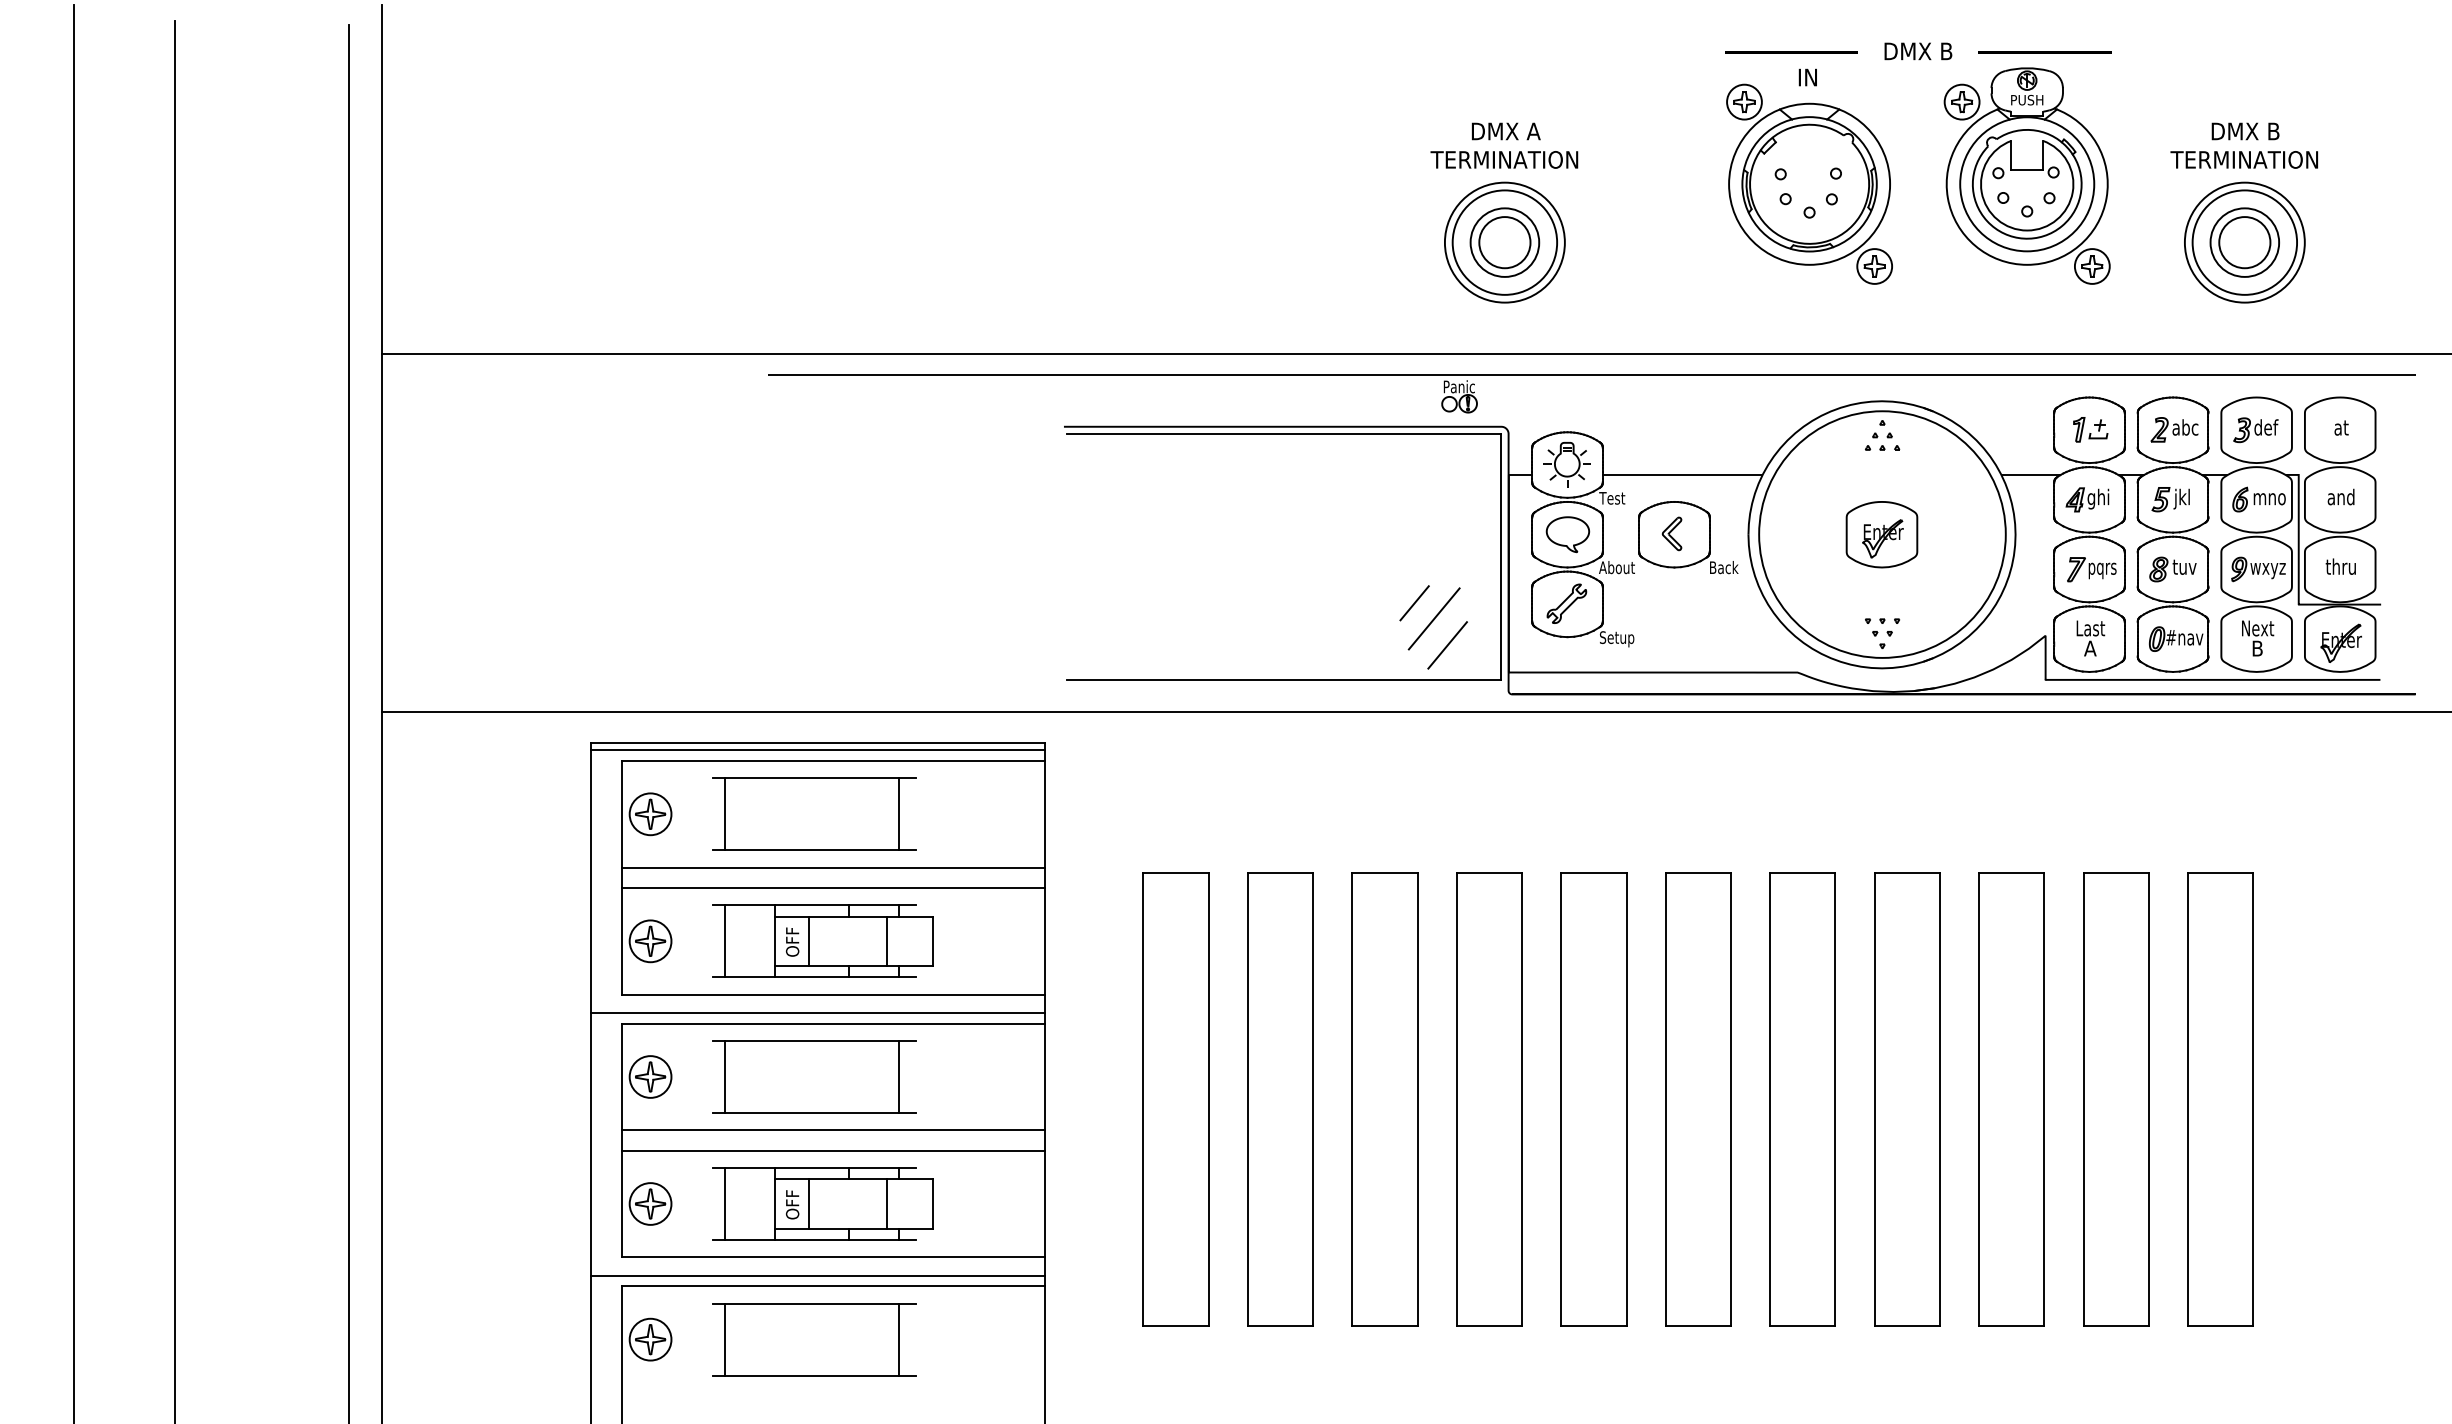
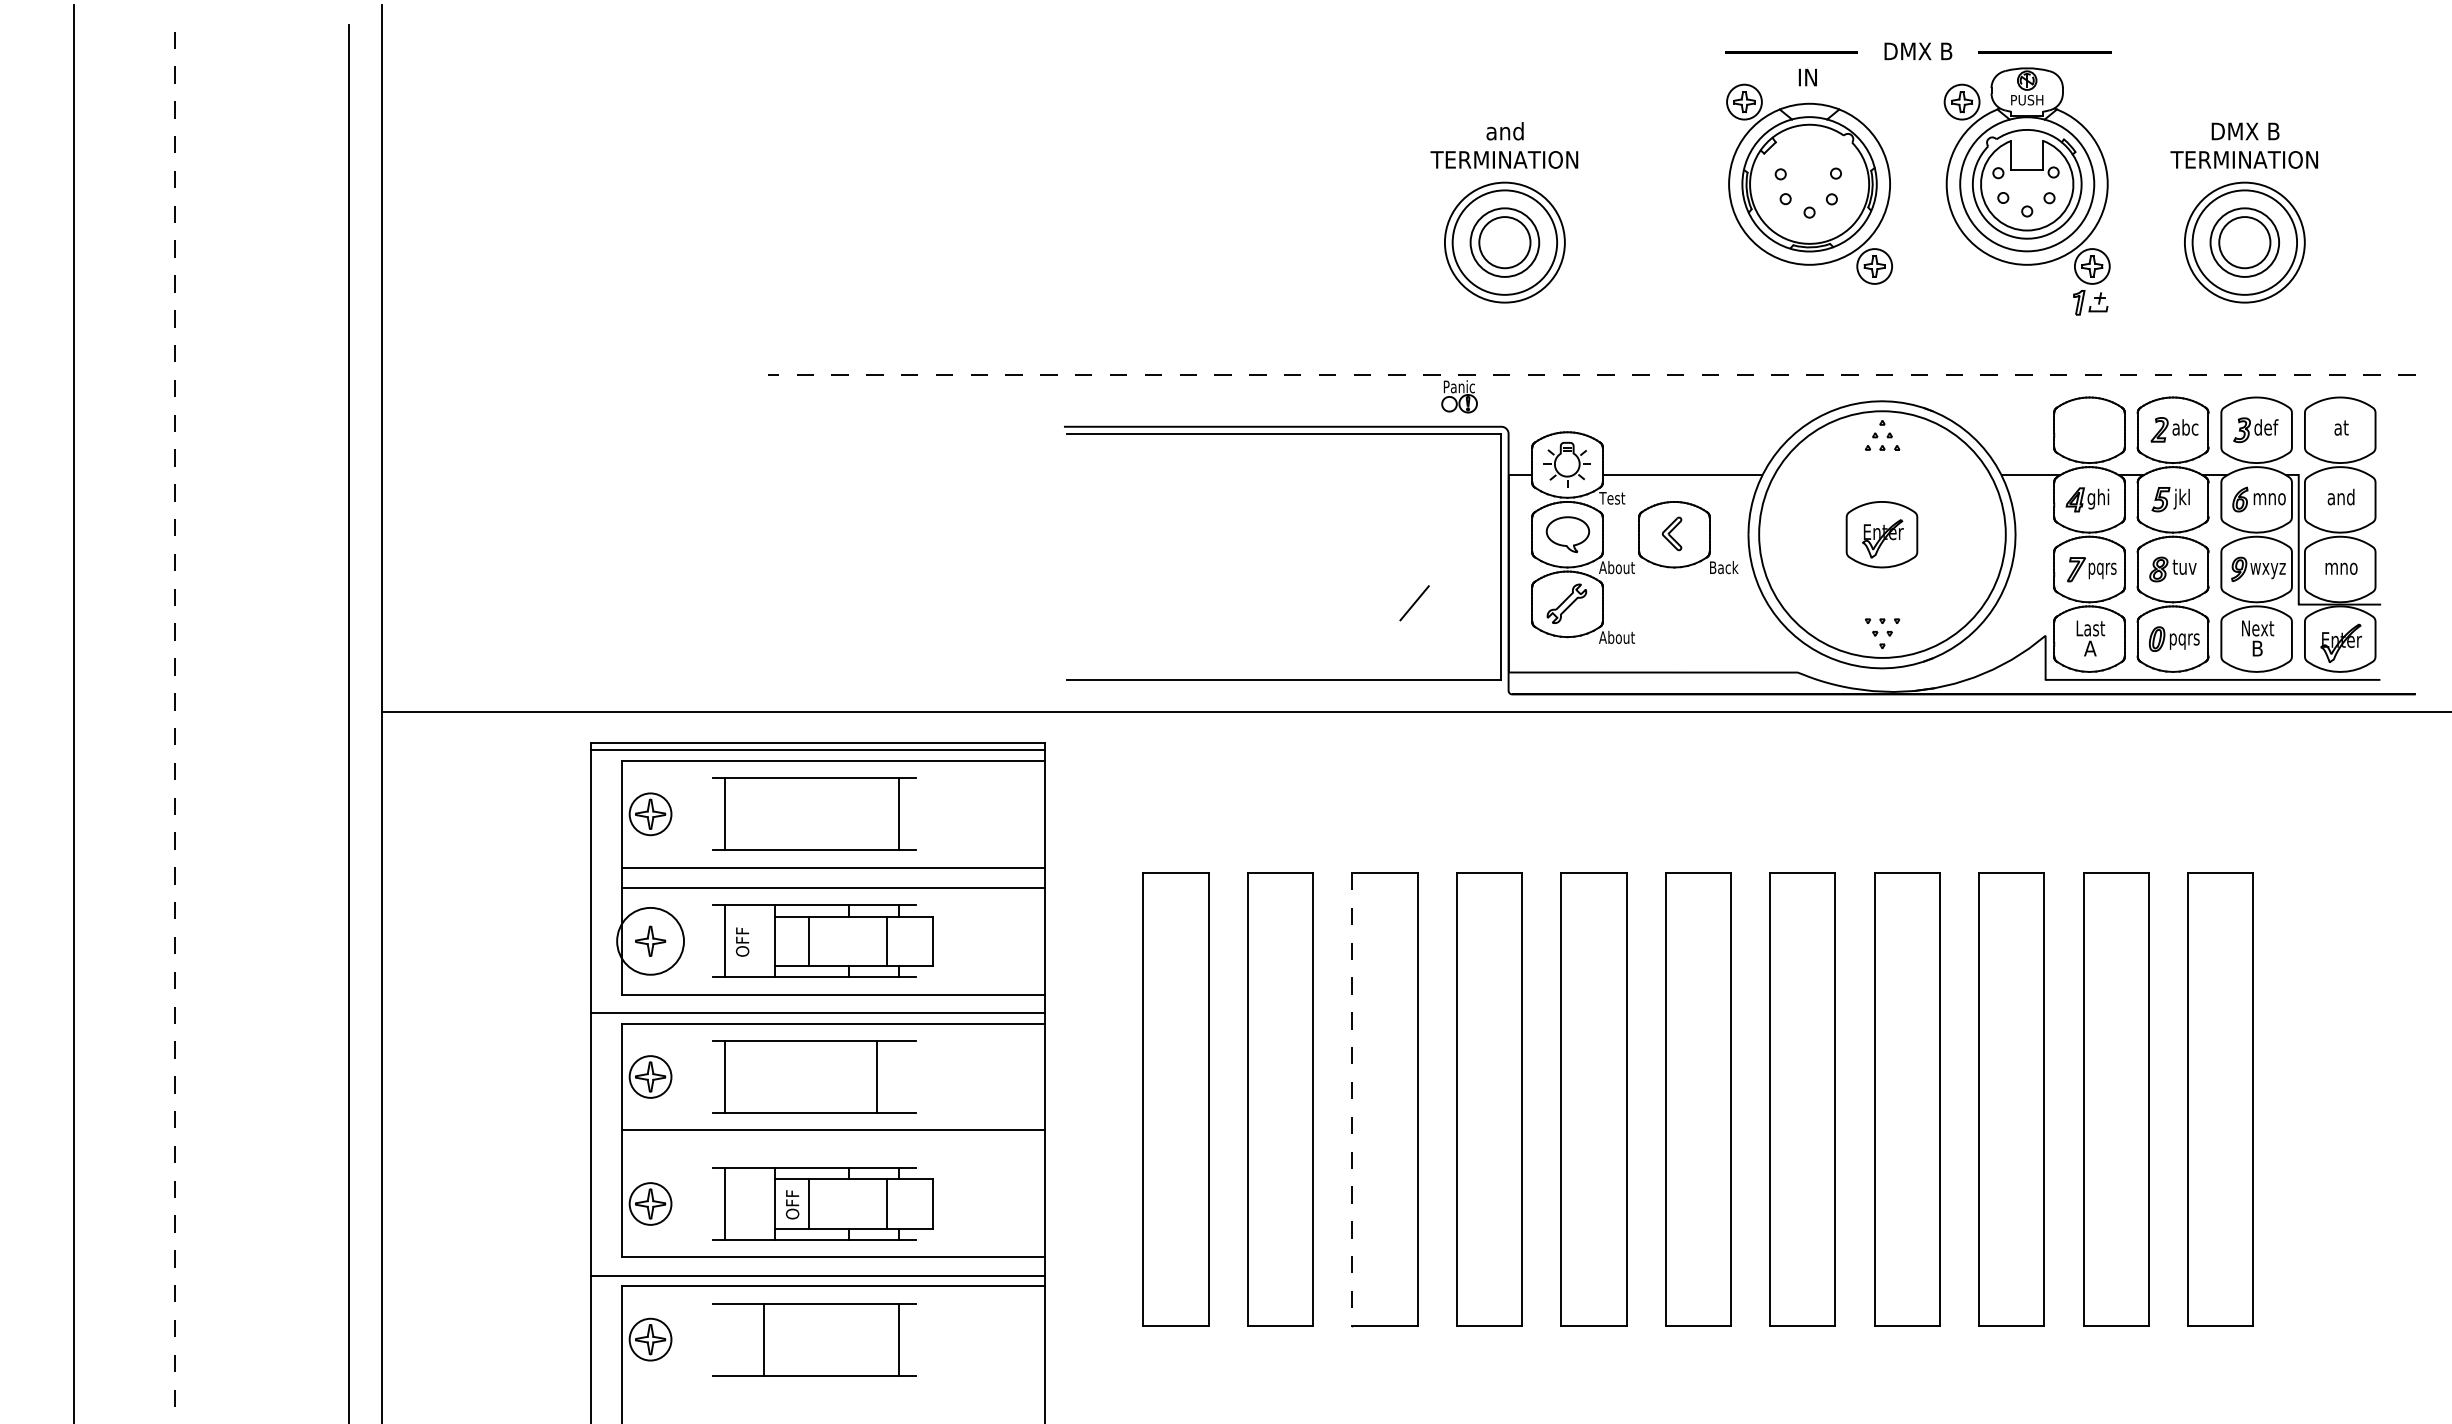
text at (1505, 131): DMX A -> and
line at (1414, 353): present -> none
line at (1591, 375): solid -> dashed
part at (2090, 429) position: (2090, 429) -> (2090, 302)
text at (2341, 566): thru -> mno
line at (1433, 618): present -> none
text at (1616, 638): Setup -> About
text at (2184, 639): #nav -> pqrs
line at (1447, 645): present -> none
line at (174, 721): solid -> dashed
circle at (650, 941) diameter: 42 px -> 67 px
text at (792, 941) position: (792, 941) -> (742, 941)
line at (899, 1076) position: (899, 1076) -> (877, 1076)
line at (1352, 1099): solid -> dashed
line at (833, 1150): present -> none
line at (724, 1339) position: (724, 1339) -> (763, 1339)
